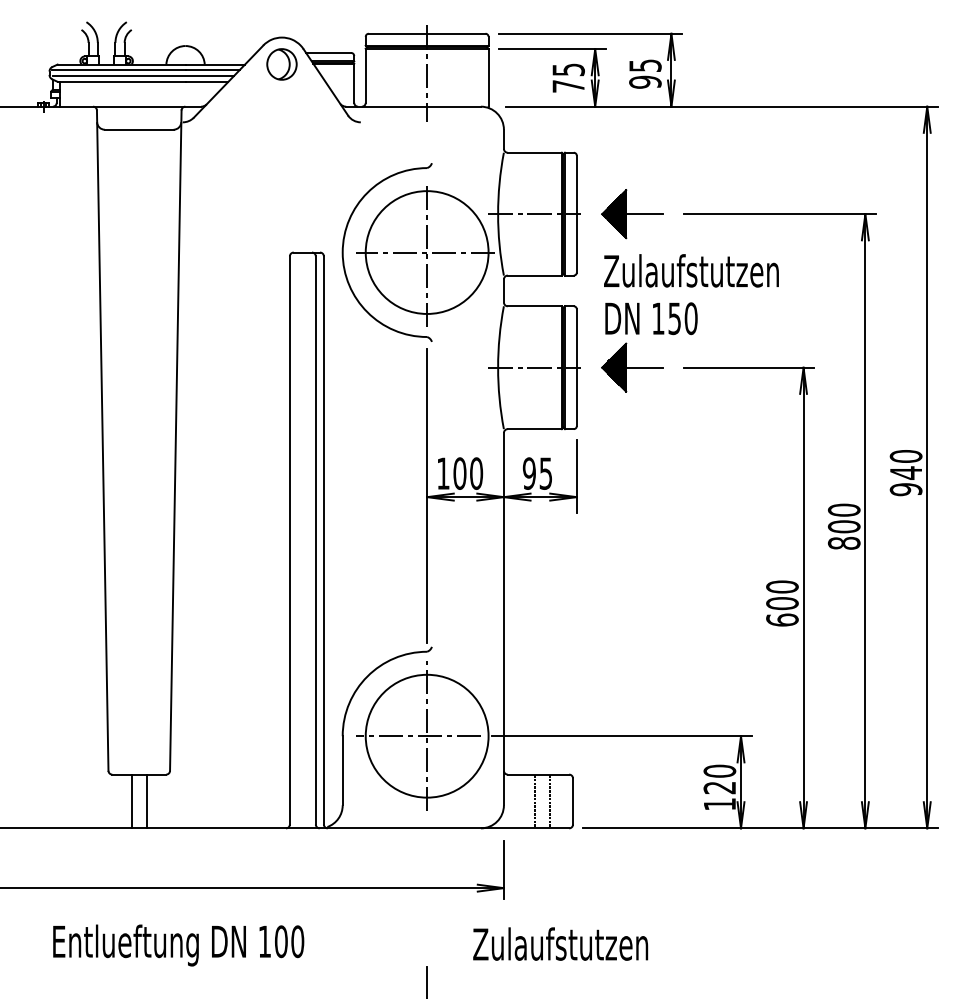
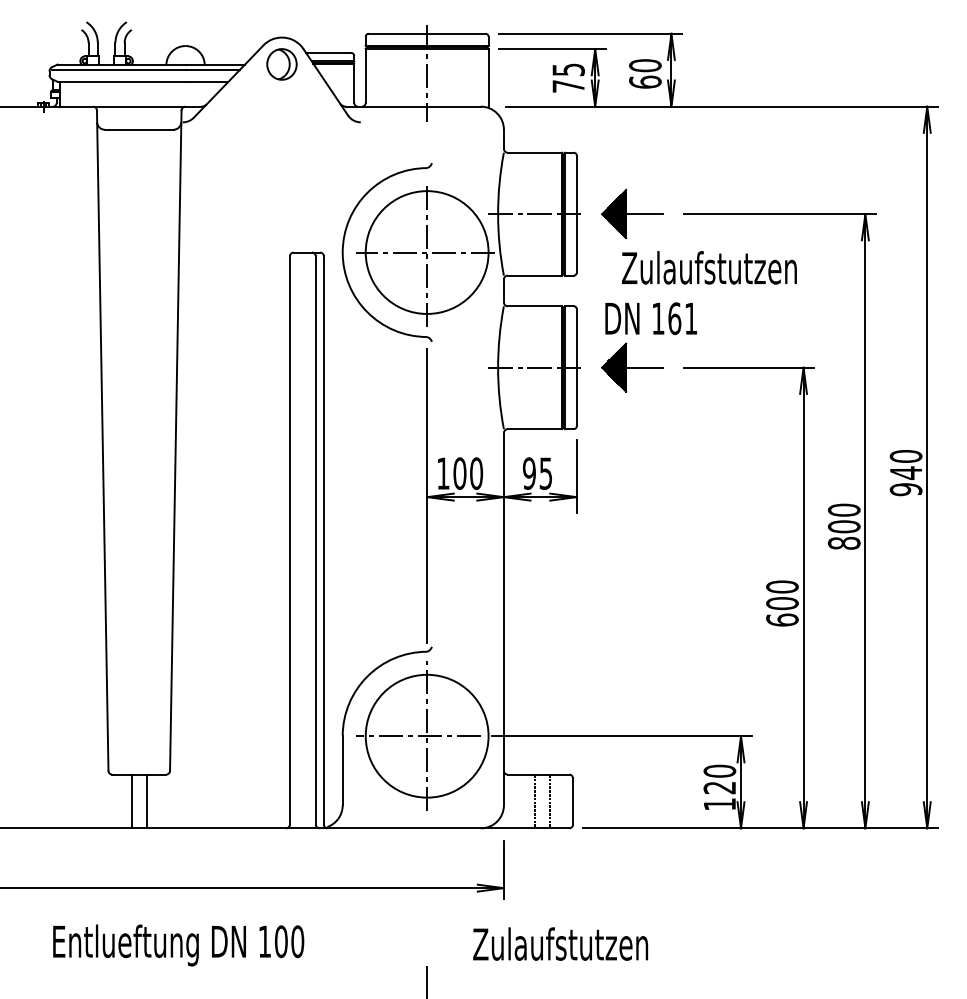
text at (645, 73): 95 -> 60
line at (143, 75): present -> none
text at (691, 270) position: (691, 270) -> (709, 267)
text at (682, 318): 150 -> 161
